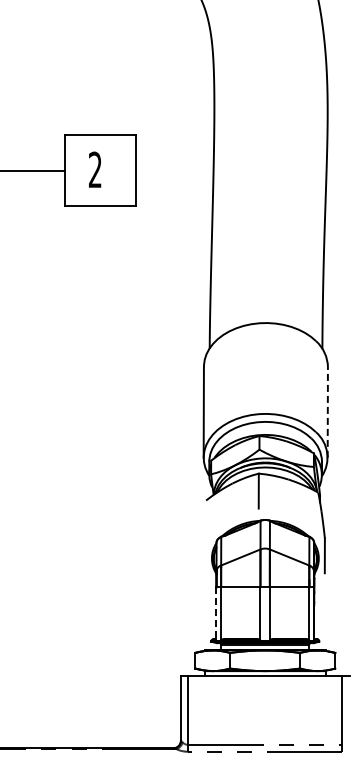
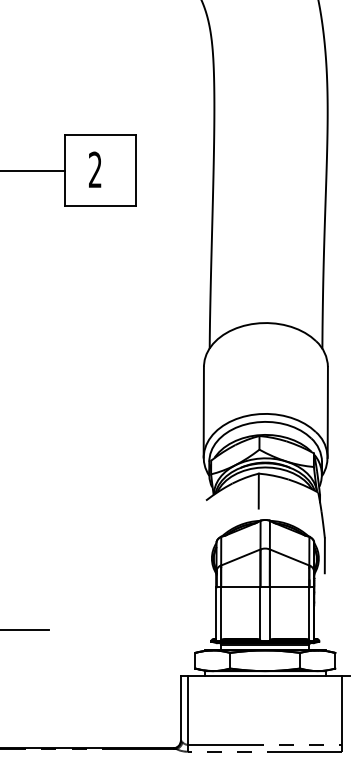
line at (327, 411): dashed -> solid
line at (216, 613): dashed -> solid
line at (25, 630): none -> present
